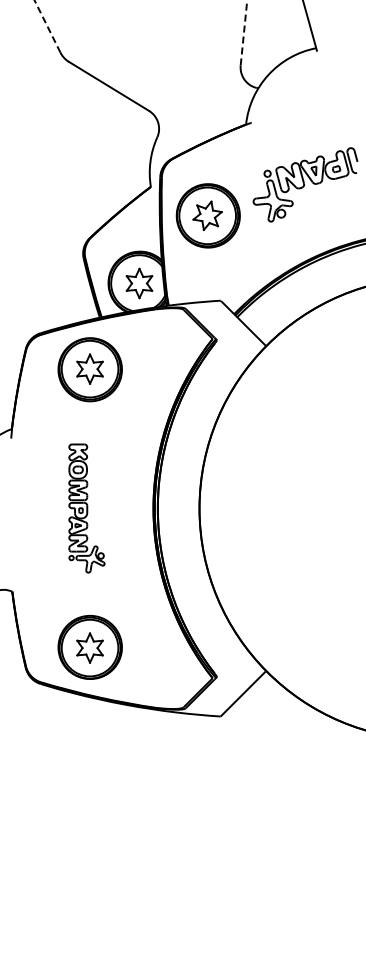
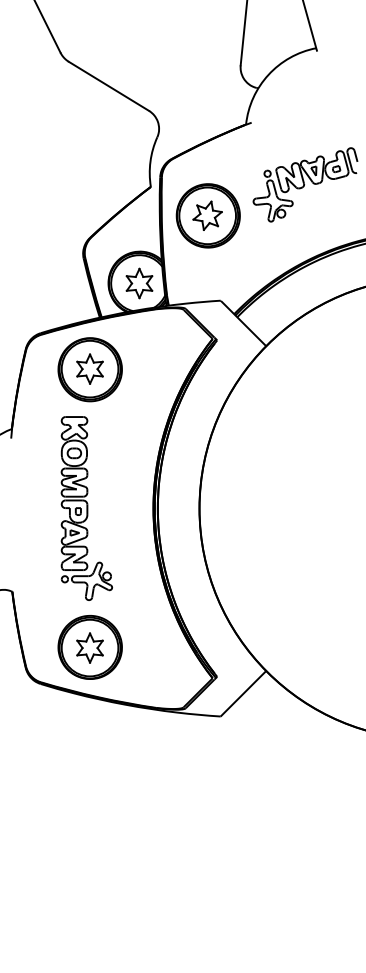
line at (47, 26): dashed -> solid
line at (244, 32): dashed -> solid
part at (86, 508) size: 38x131 px -> 54x185 px
